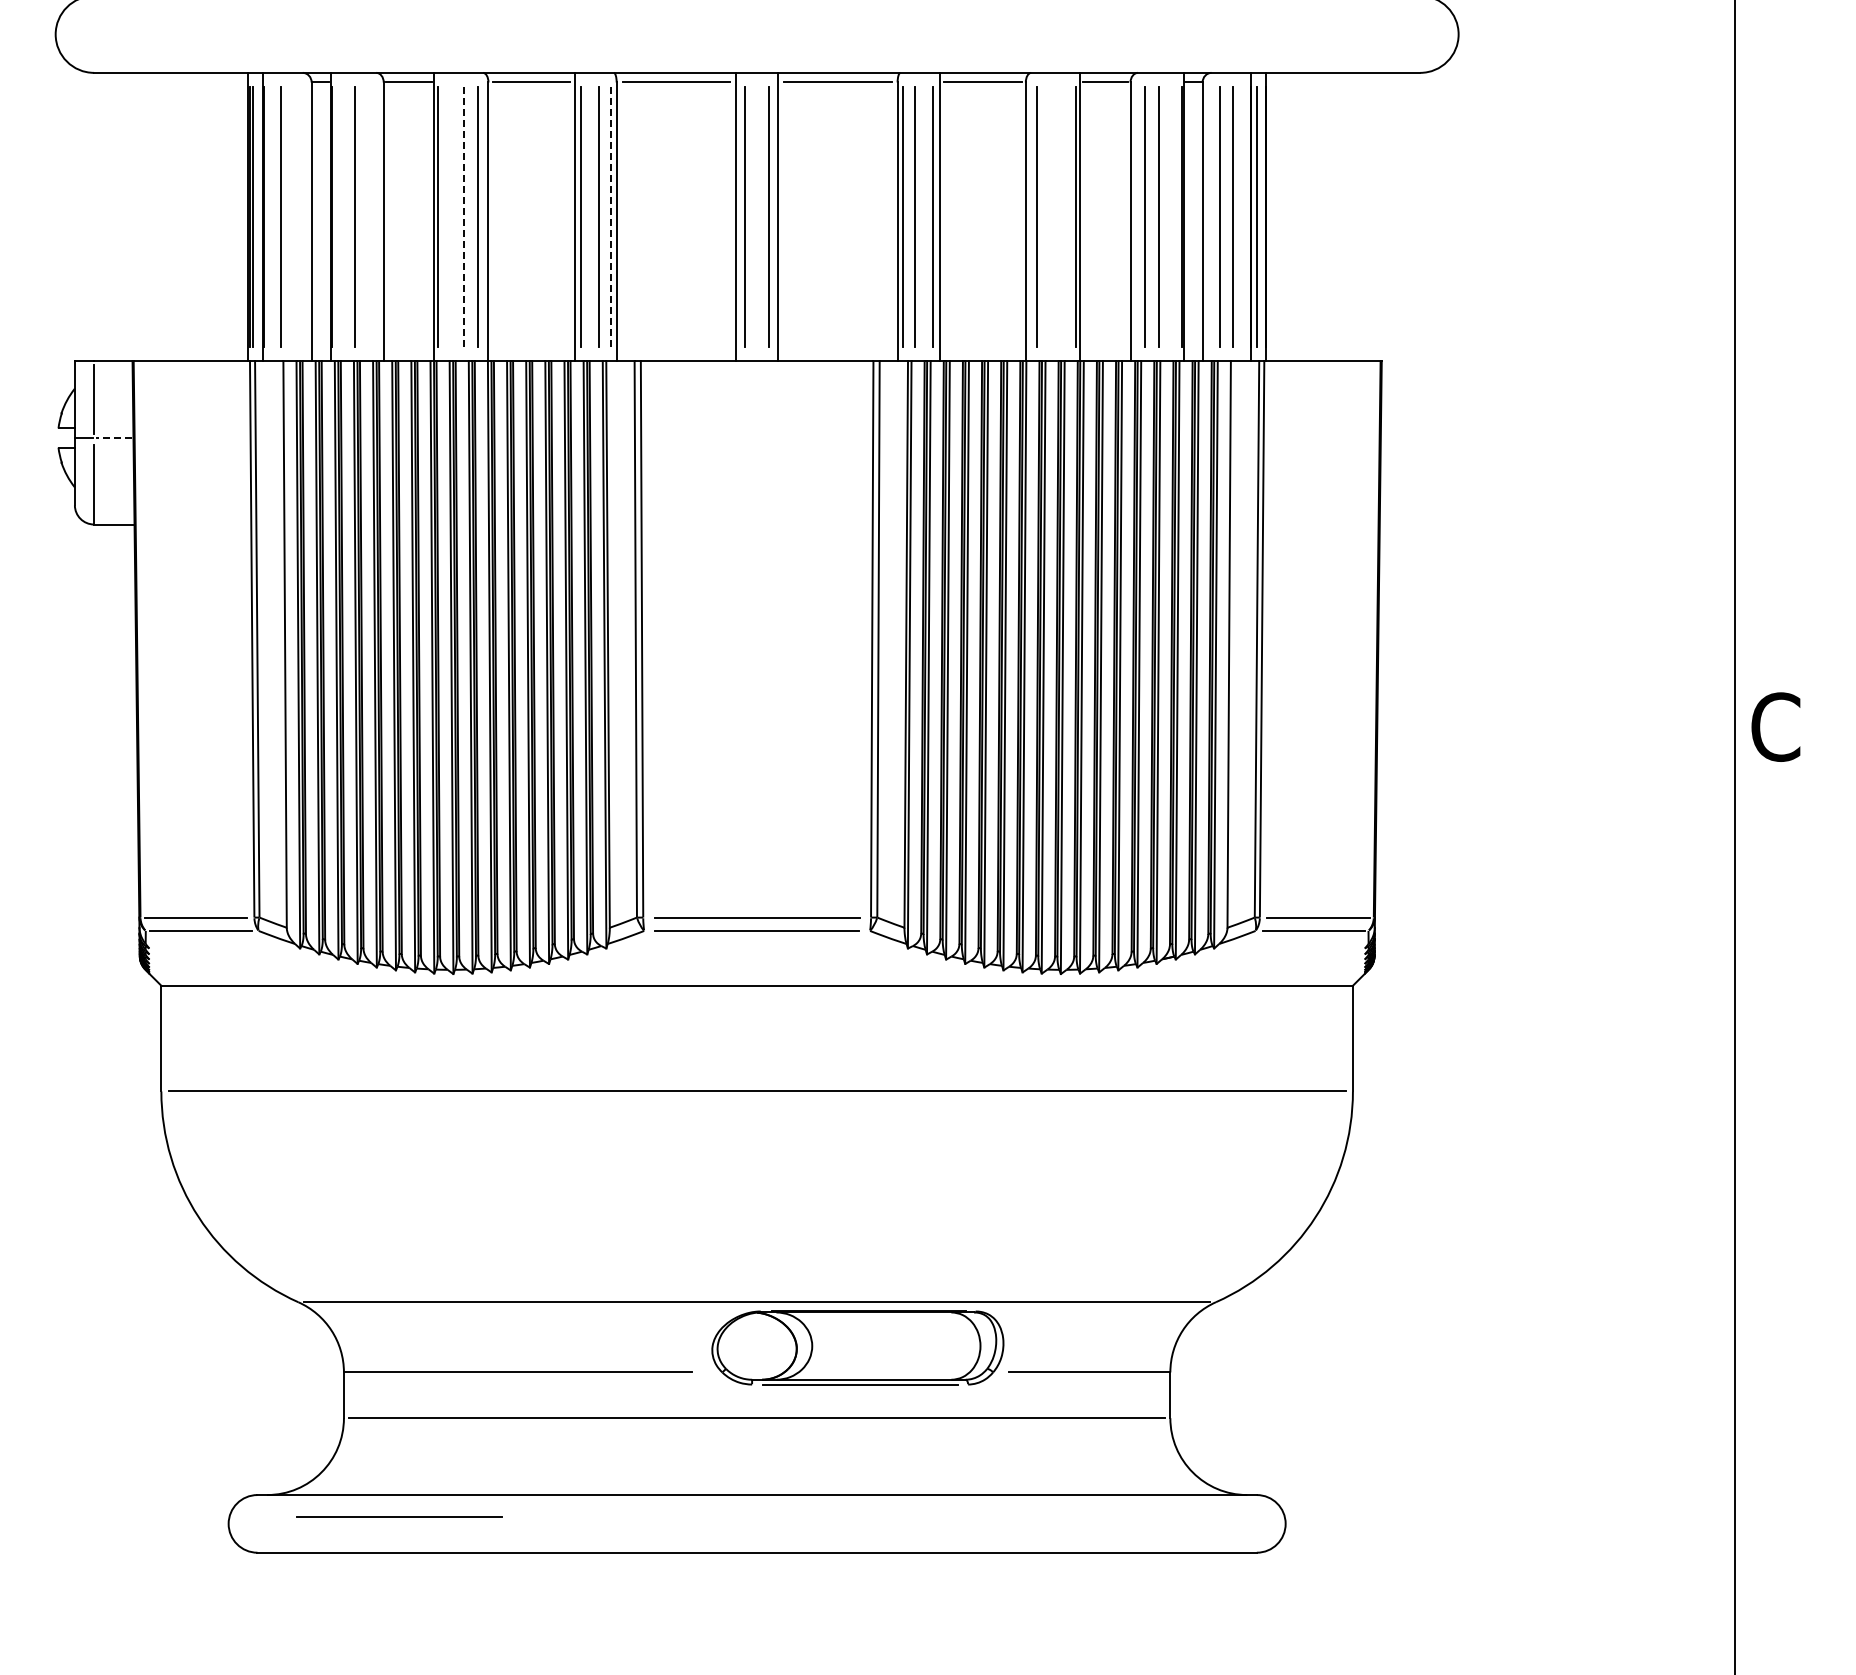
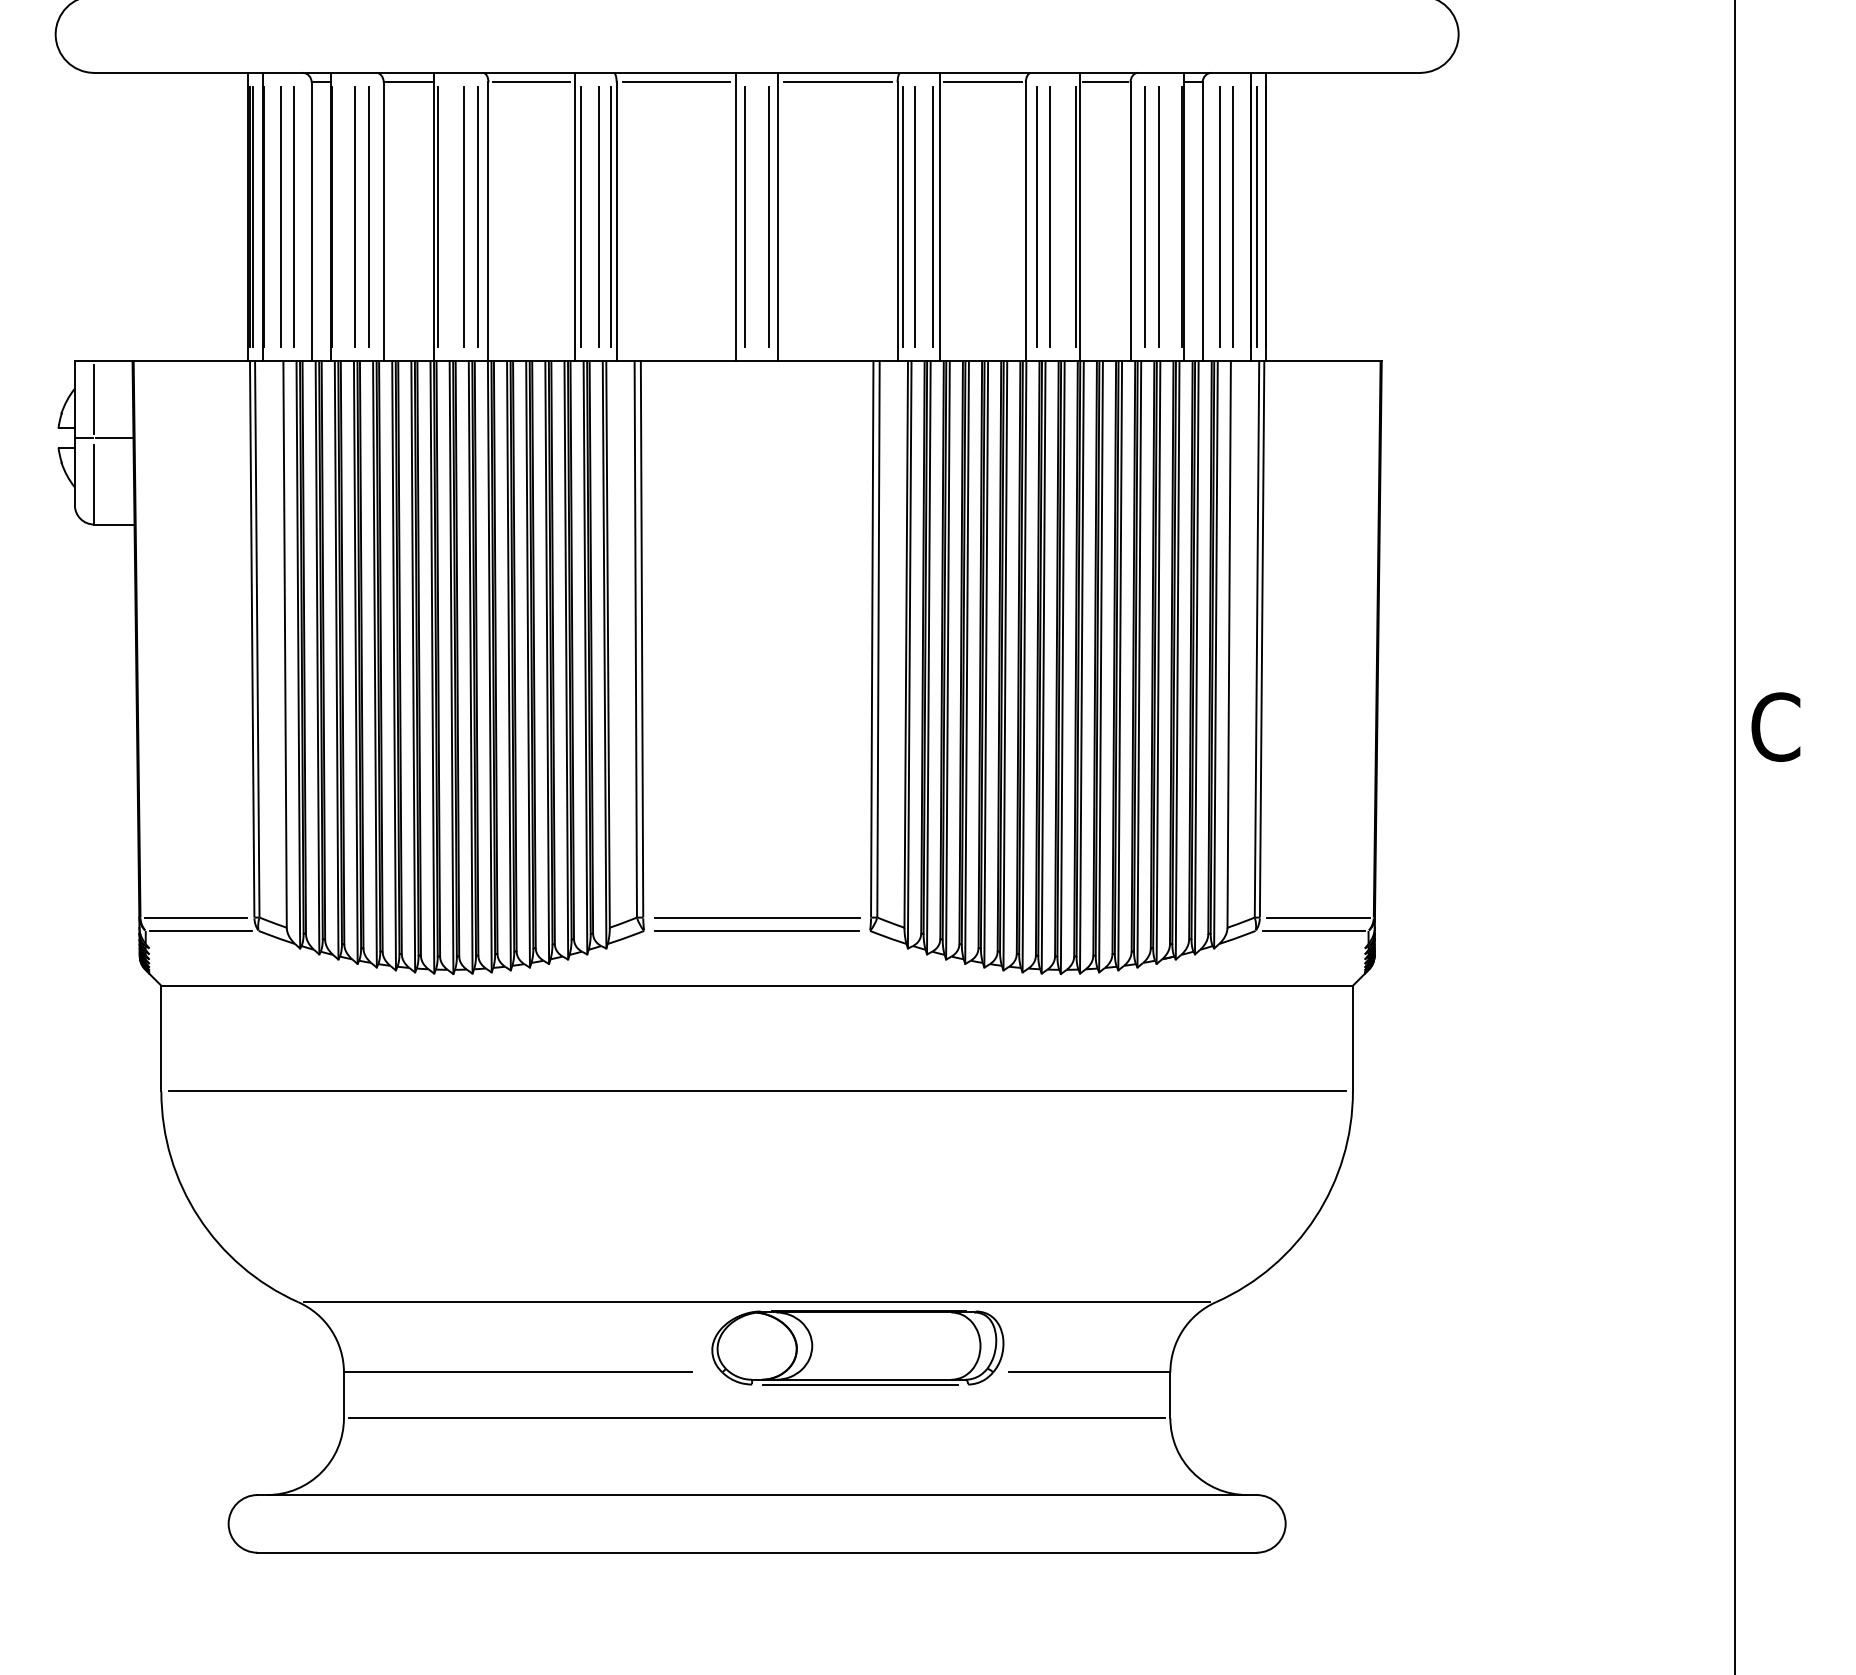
line at (293, 216): none -> present
line at (368, 216): none -> present
line at (1050, 216): none -> present
line at (464, 217): dashed -> solid
line at (611, 217): dashed -> solid
line at (113, 438): dashed -> solid
line at (399, 1516): present -> none
